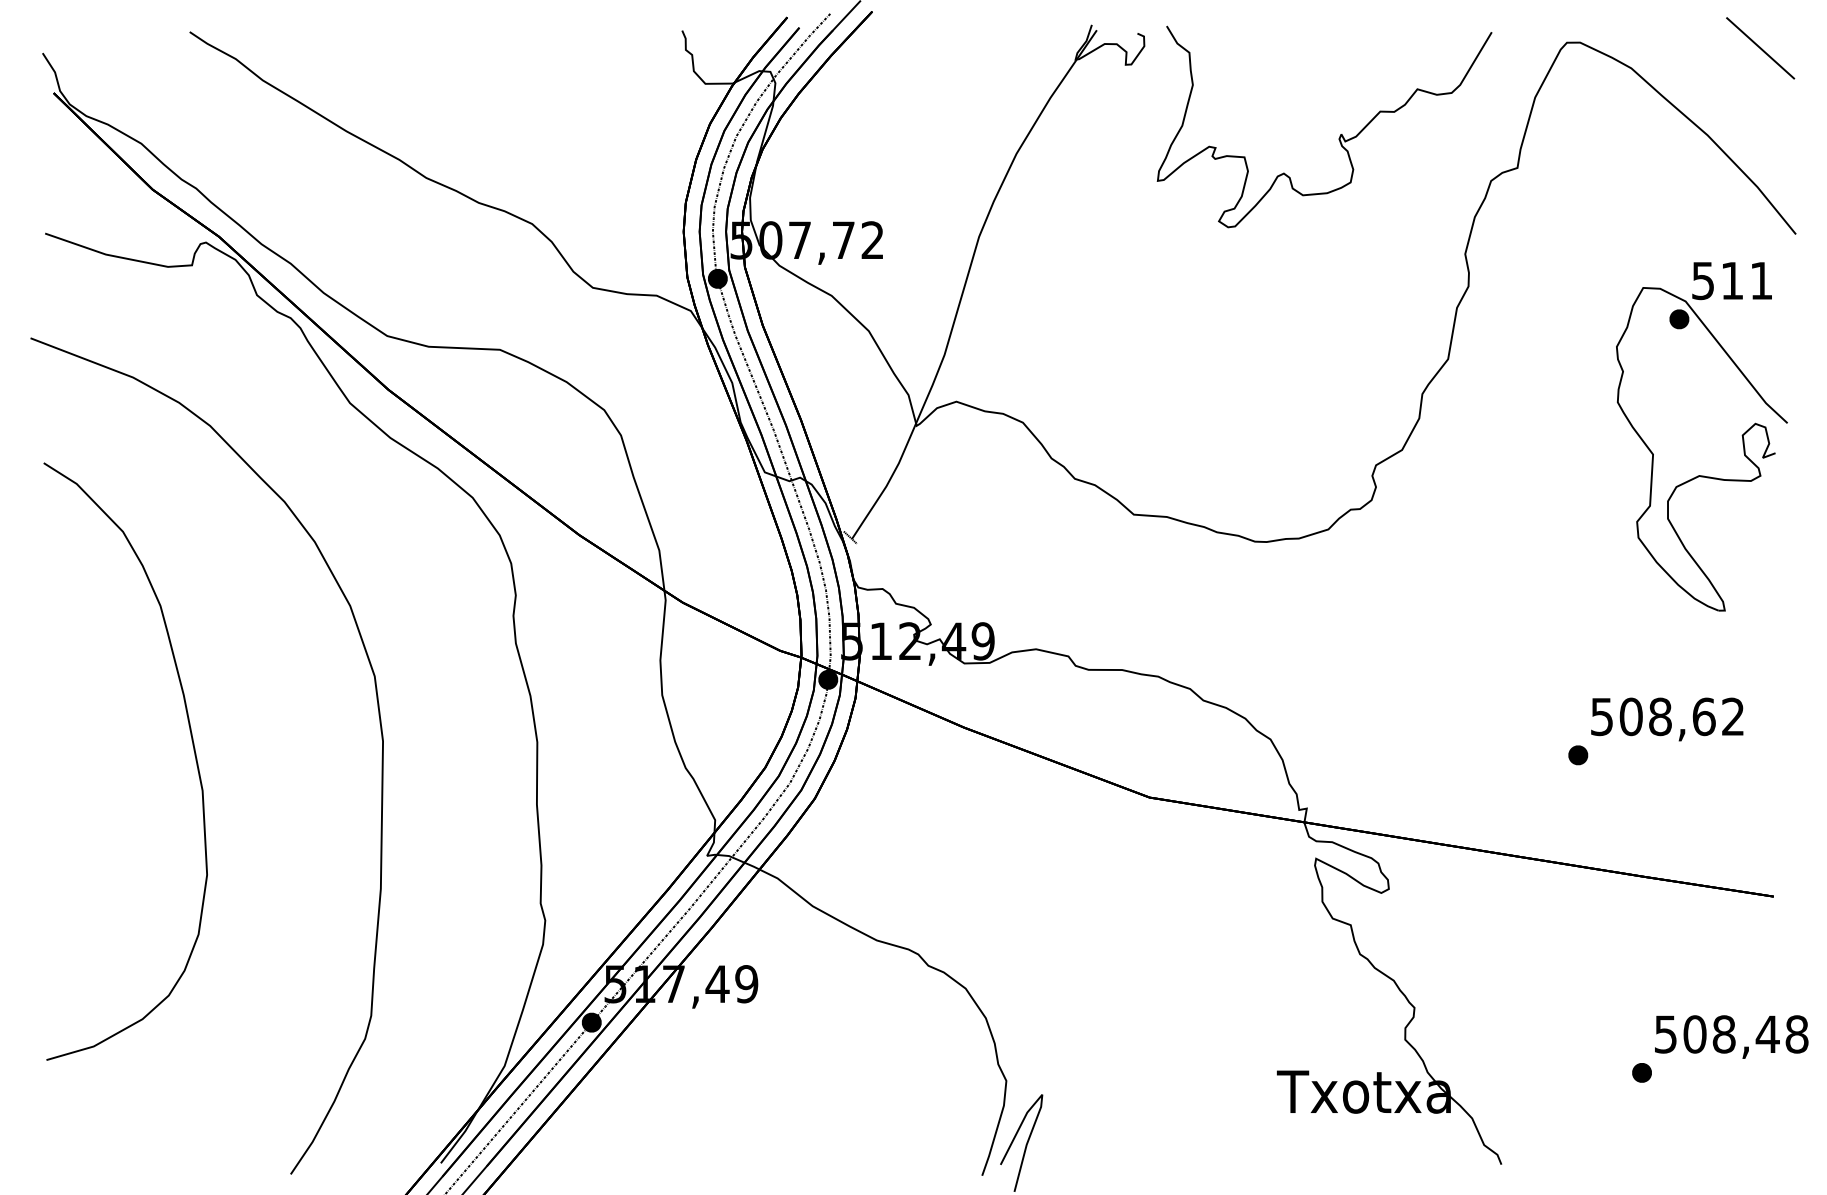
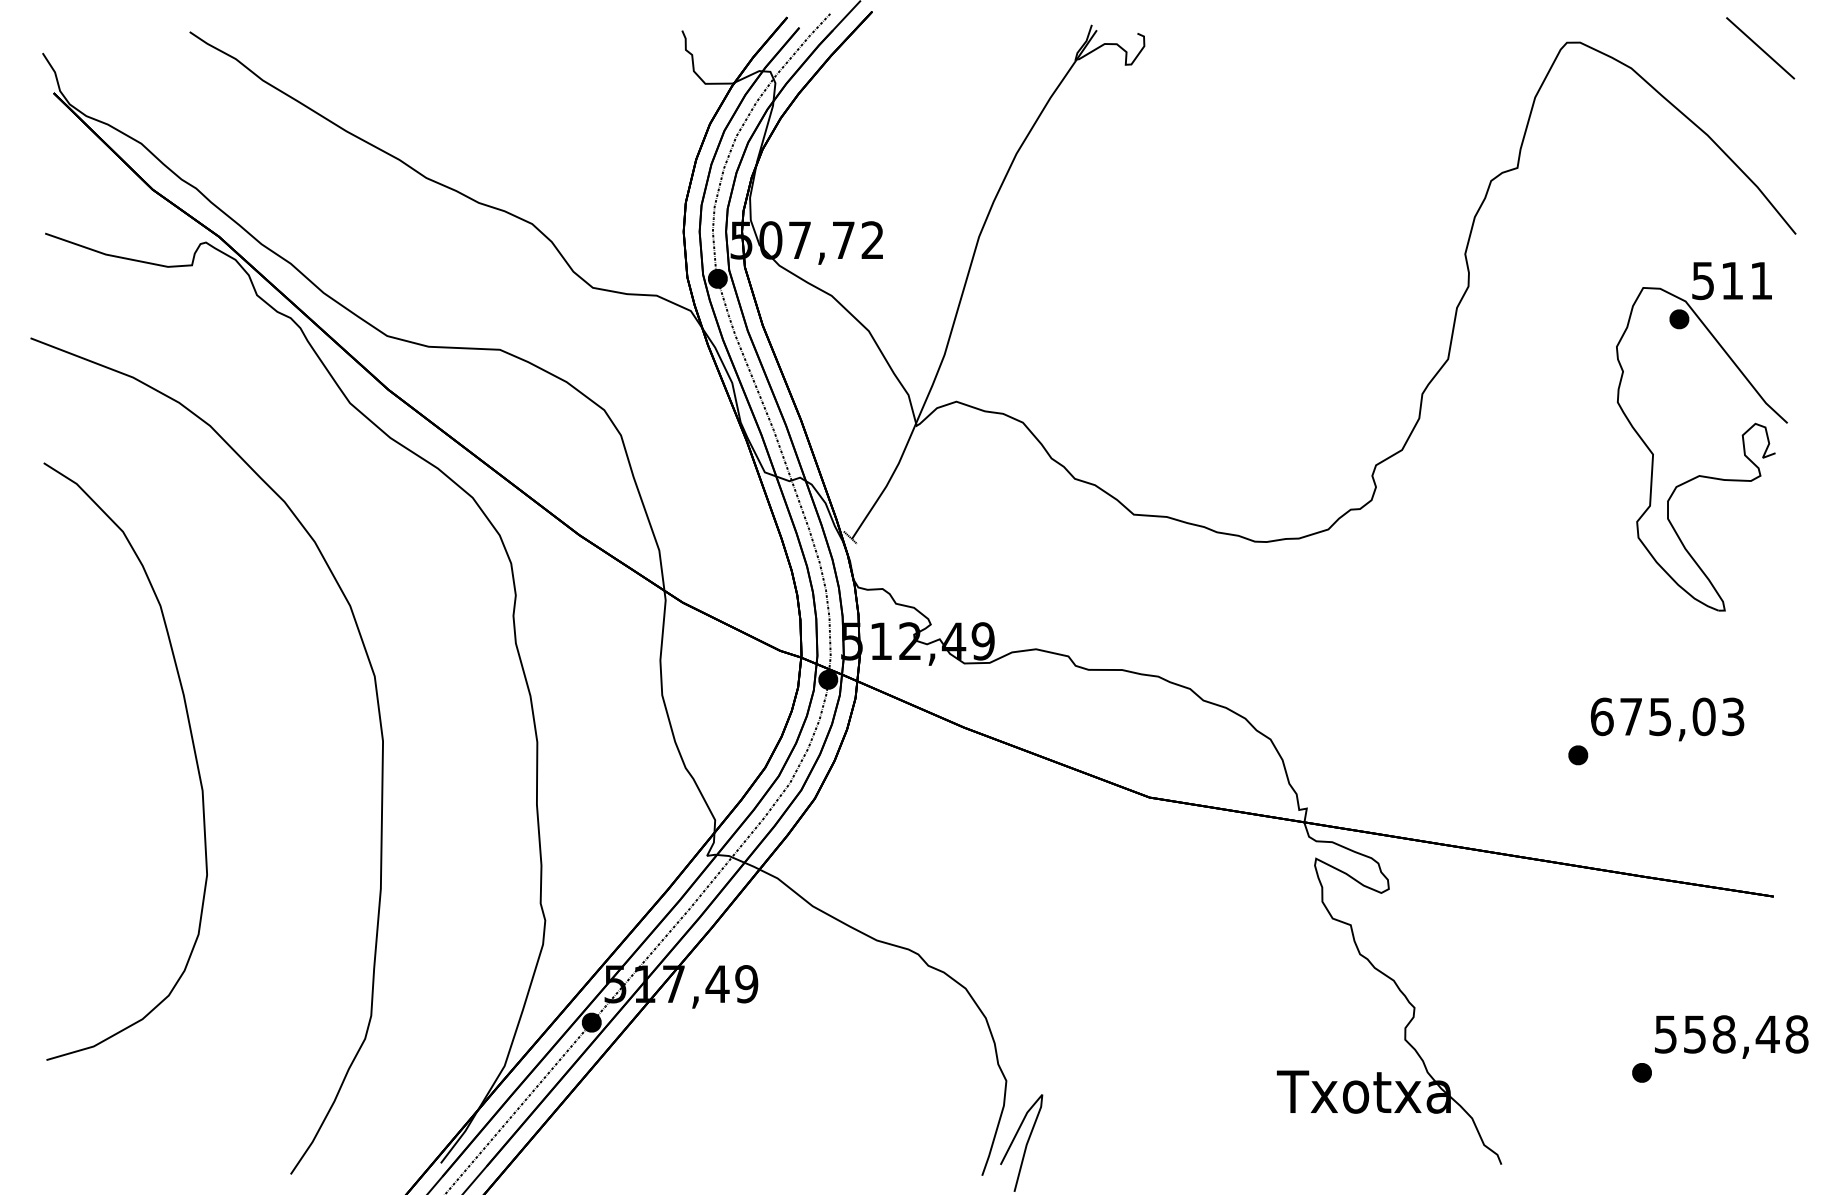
curve at (1340, 134): present -> none
text at (1667, 716): 508,62 -> 675,03
text at (1694, 1034): 508,48 -> 558,48
